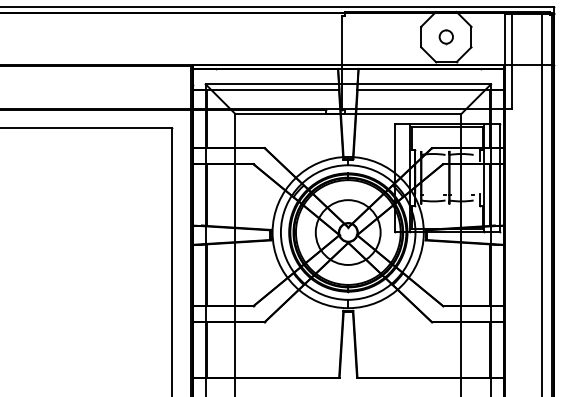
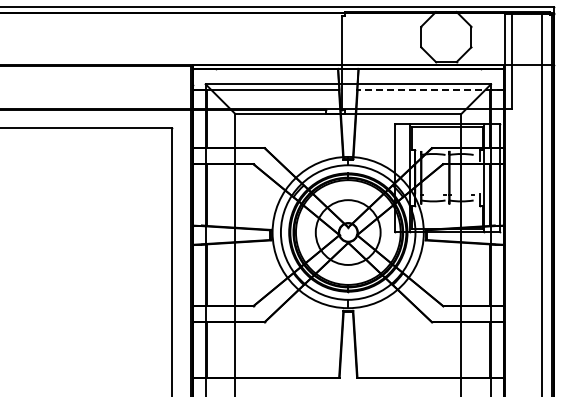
part at (445, 37): present -> none
line at (430, 89): solid -> dashed
